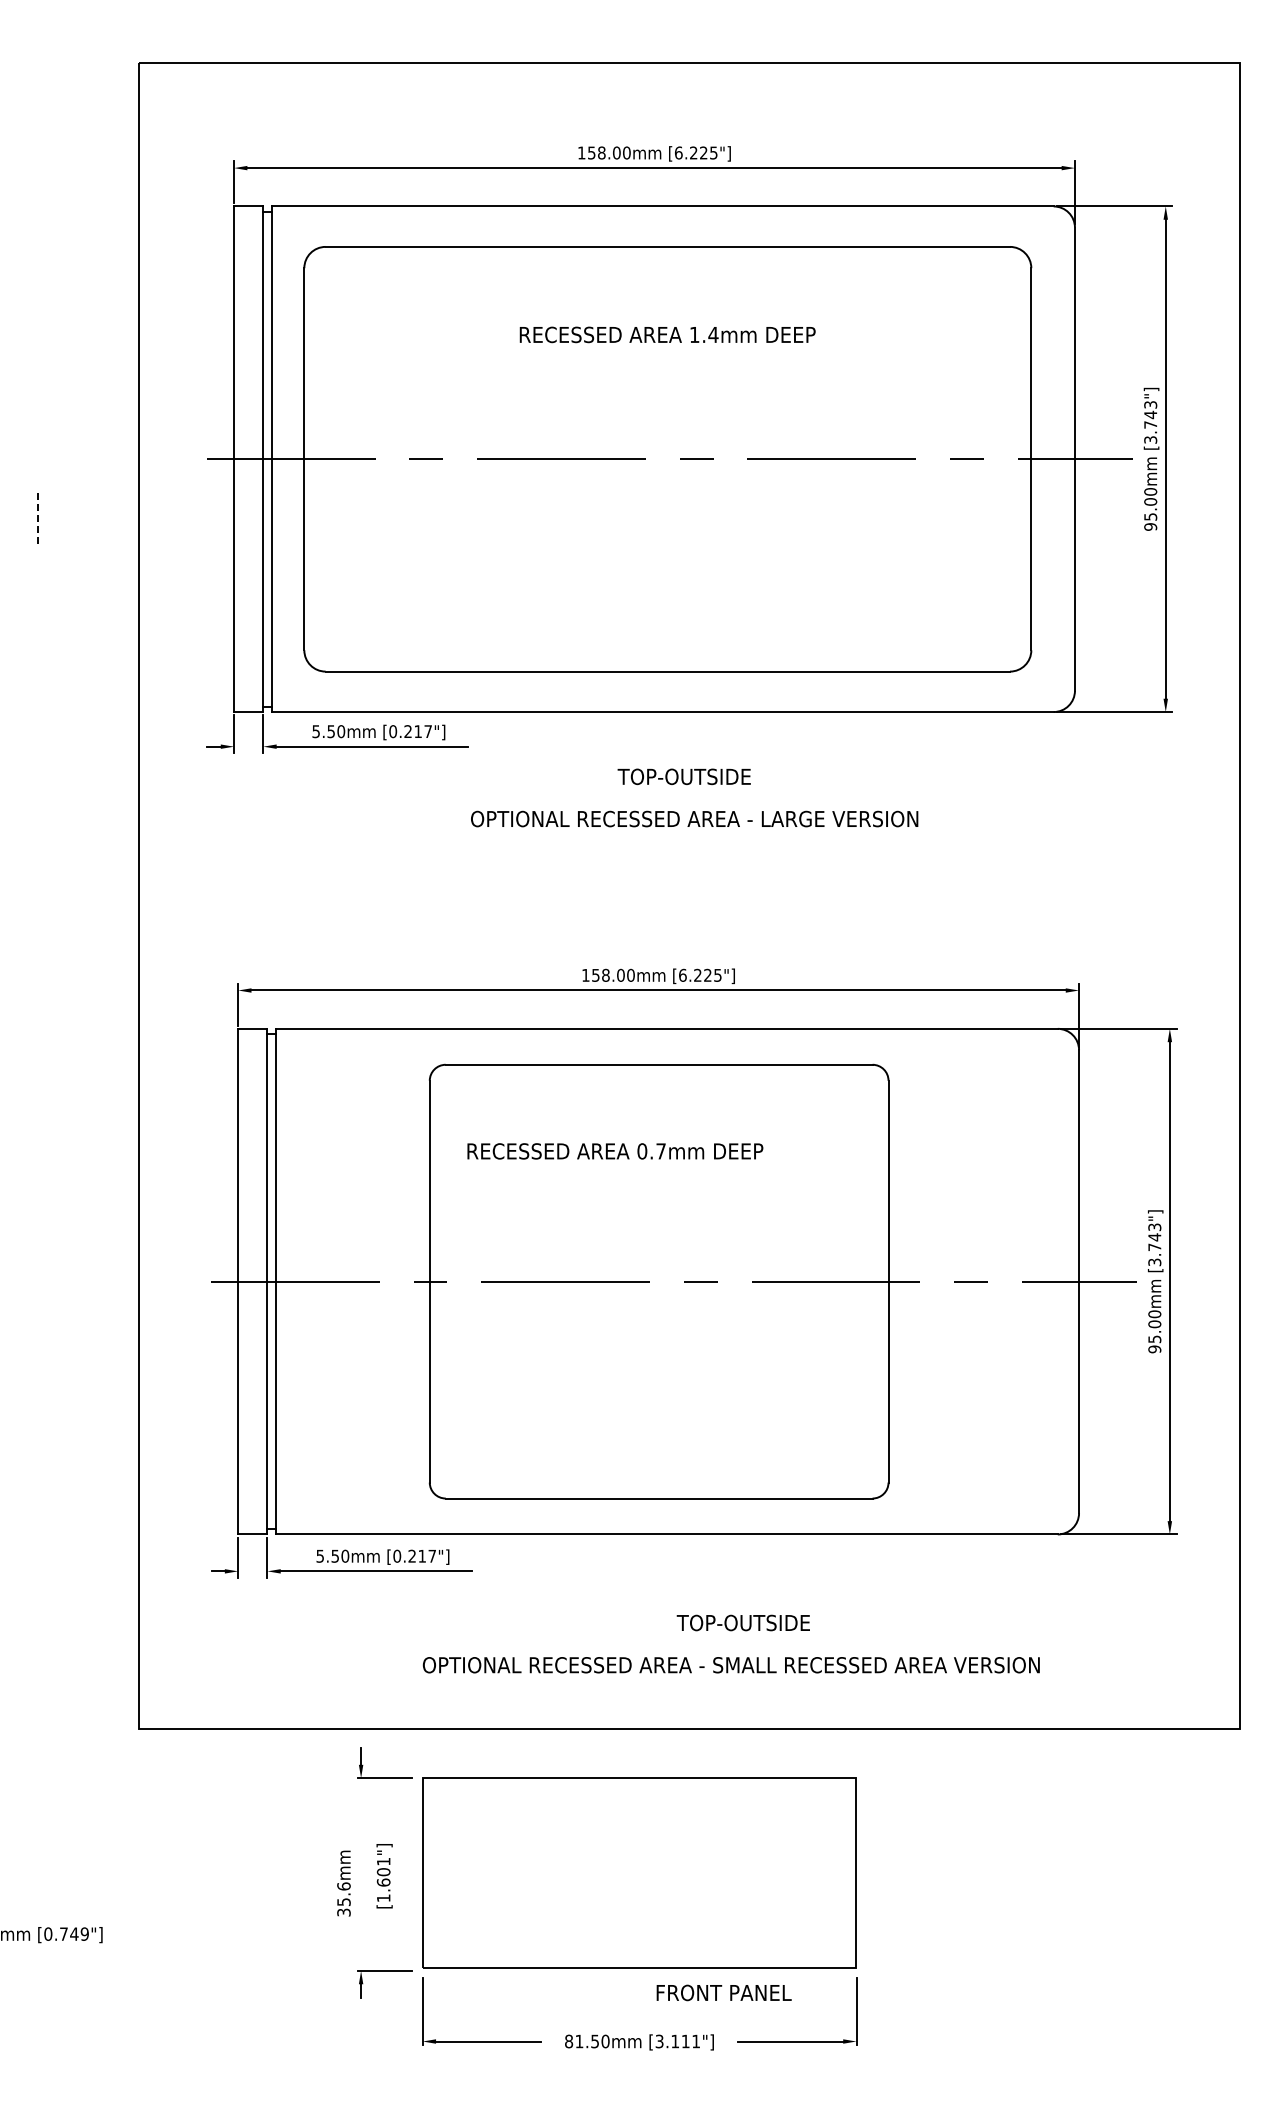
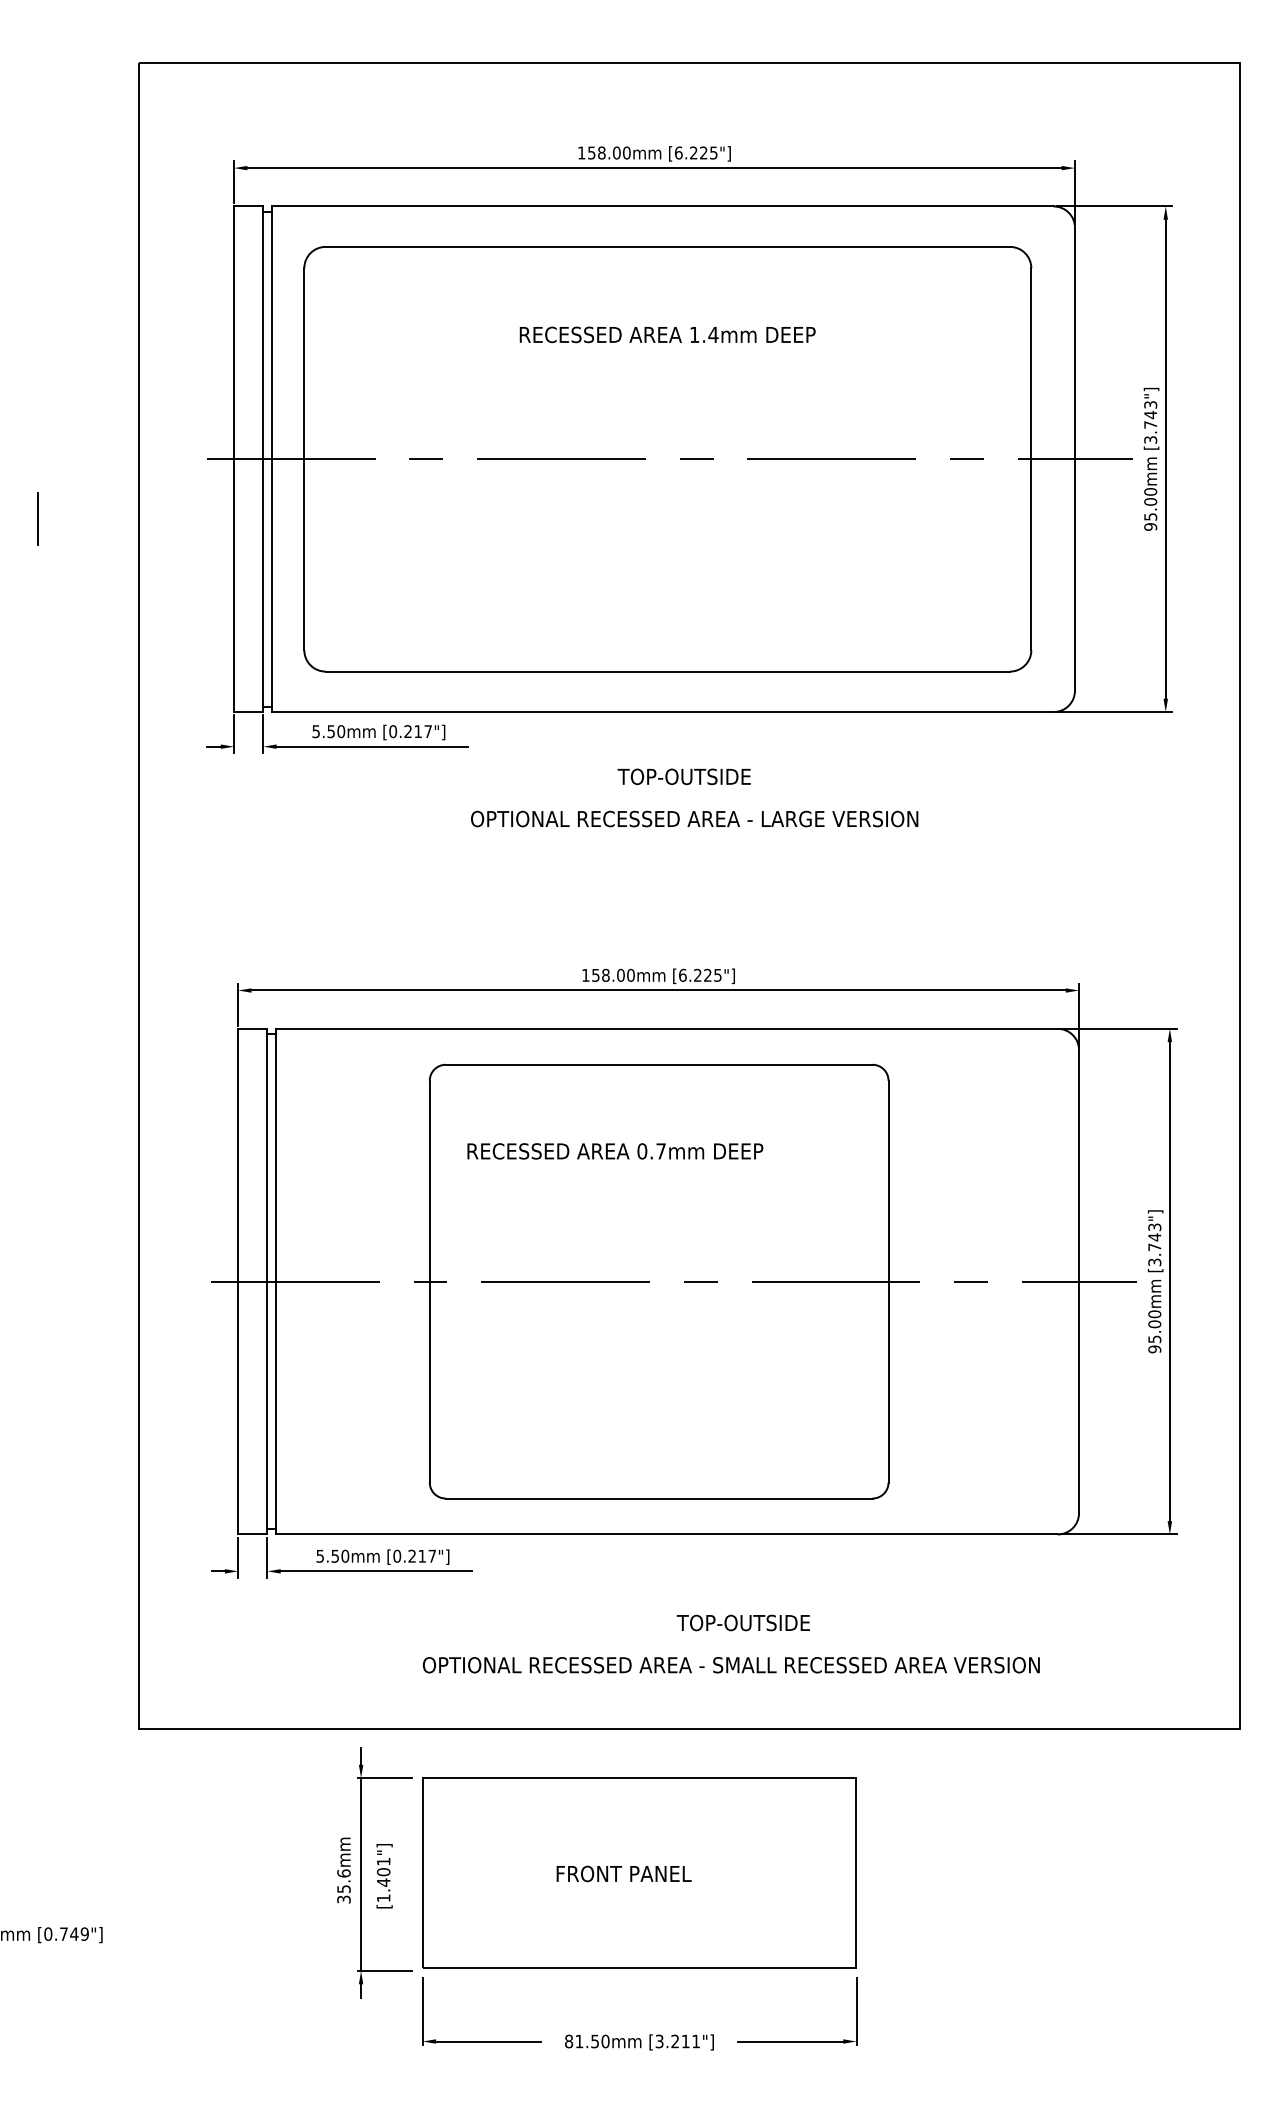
line at (38, 519): dashed -> solid
line at (361, 1874): none -> present
text at (383, 1882): [1.601"] -> [1.401"]
text at (343, 1883) position: (343, 1883) -> (343, 1870)
text at (723, 1992) position: (723, 1992) -> (623, 1873)
text at (674, 2041): [3.111"] -> [3.211"]
